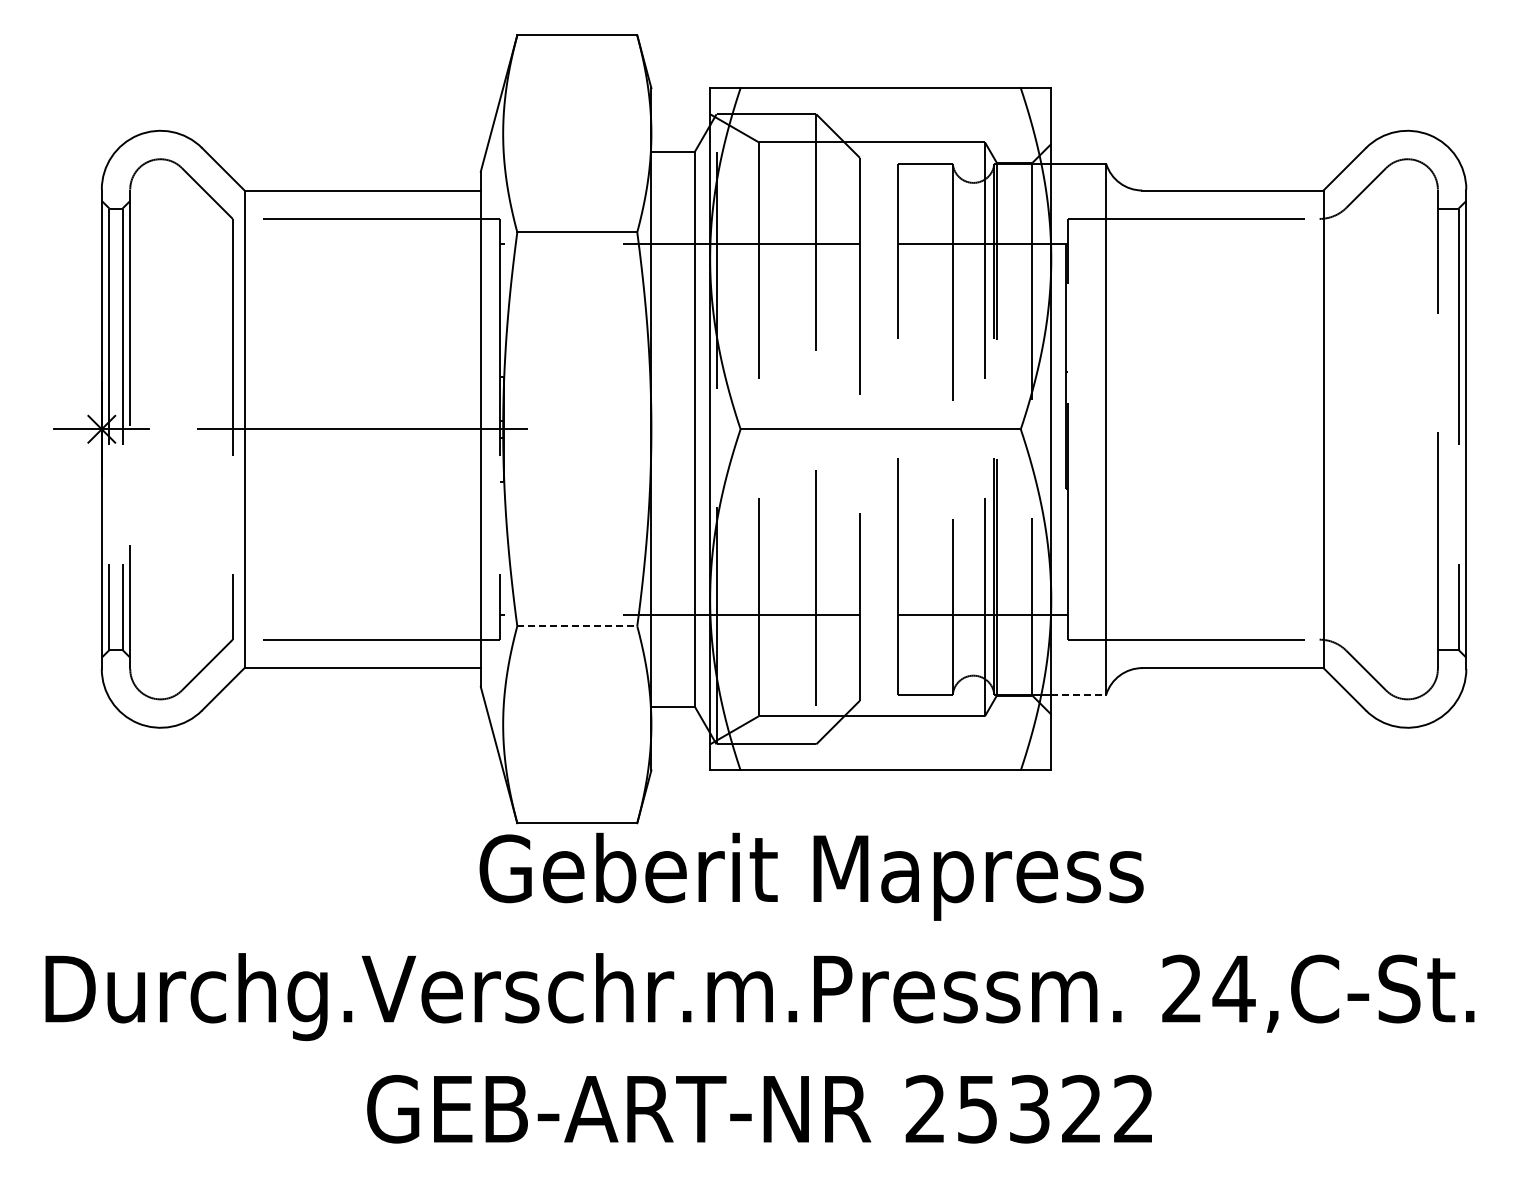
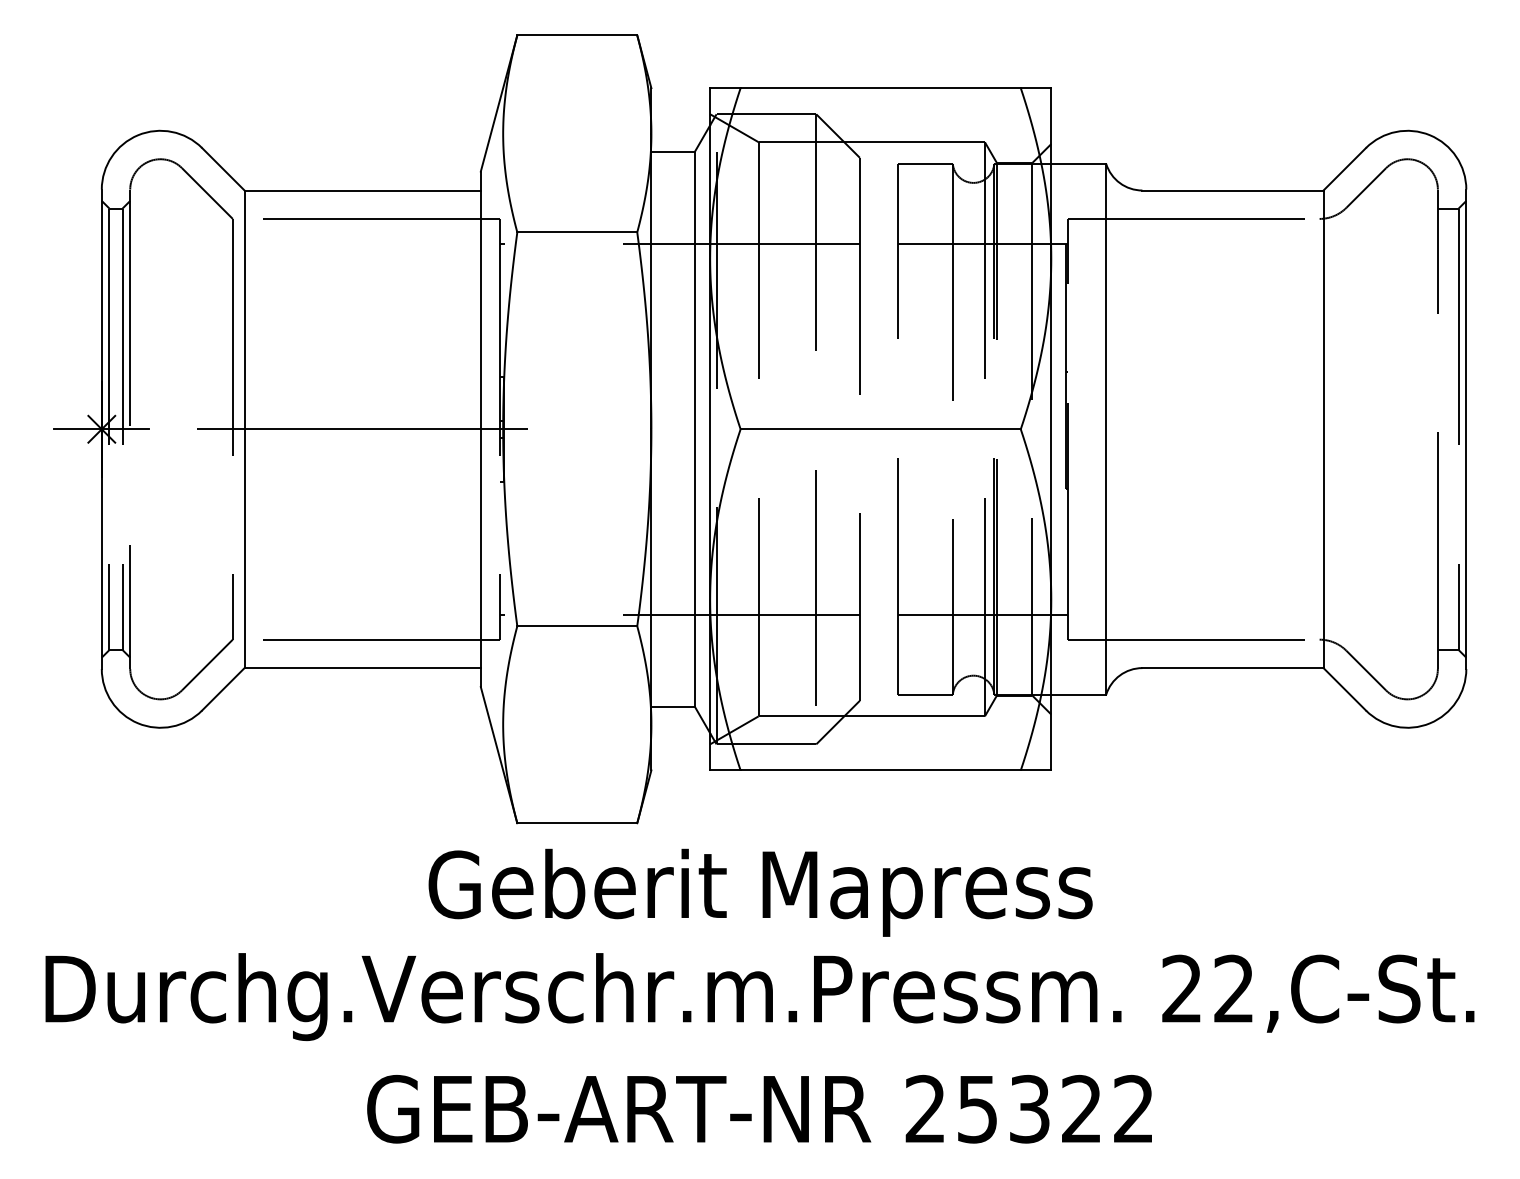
line at (577, 626): dashed -> solid
line at (1079, 694): dashed -> solid
text at (811, 876) position: (811, 876) -> (760, 892)
text at (1233, 988): 24,C-St. -> 22,C-St.
